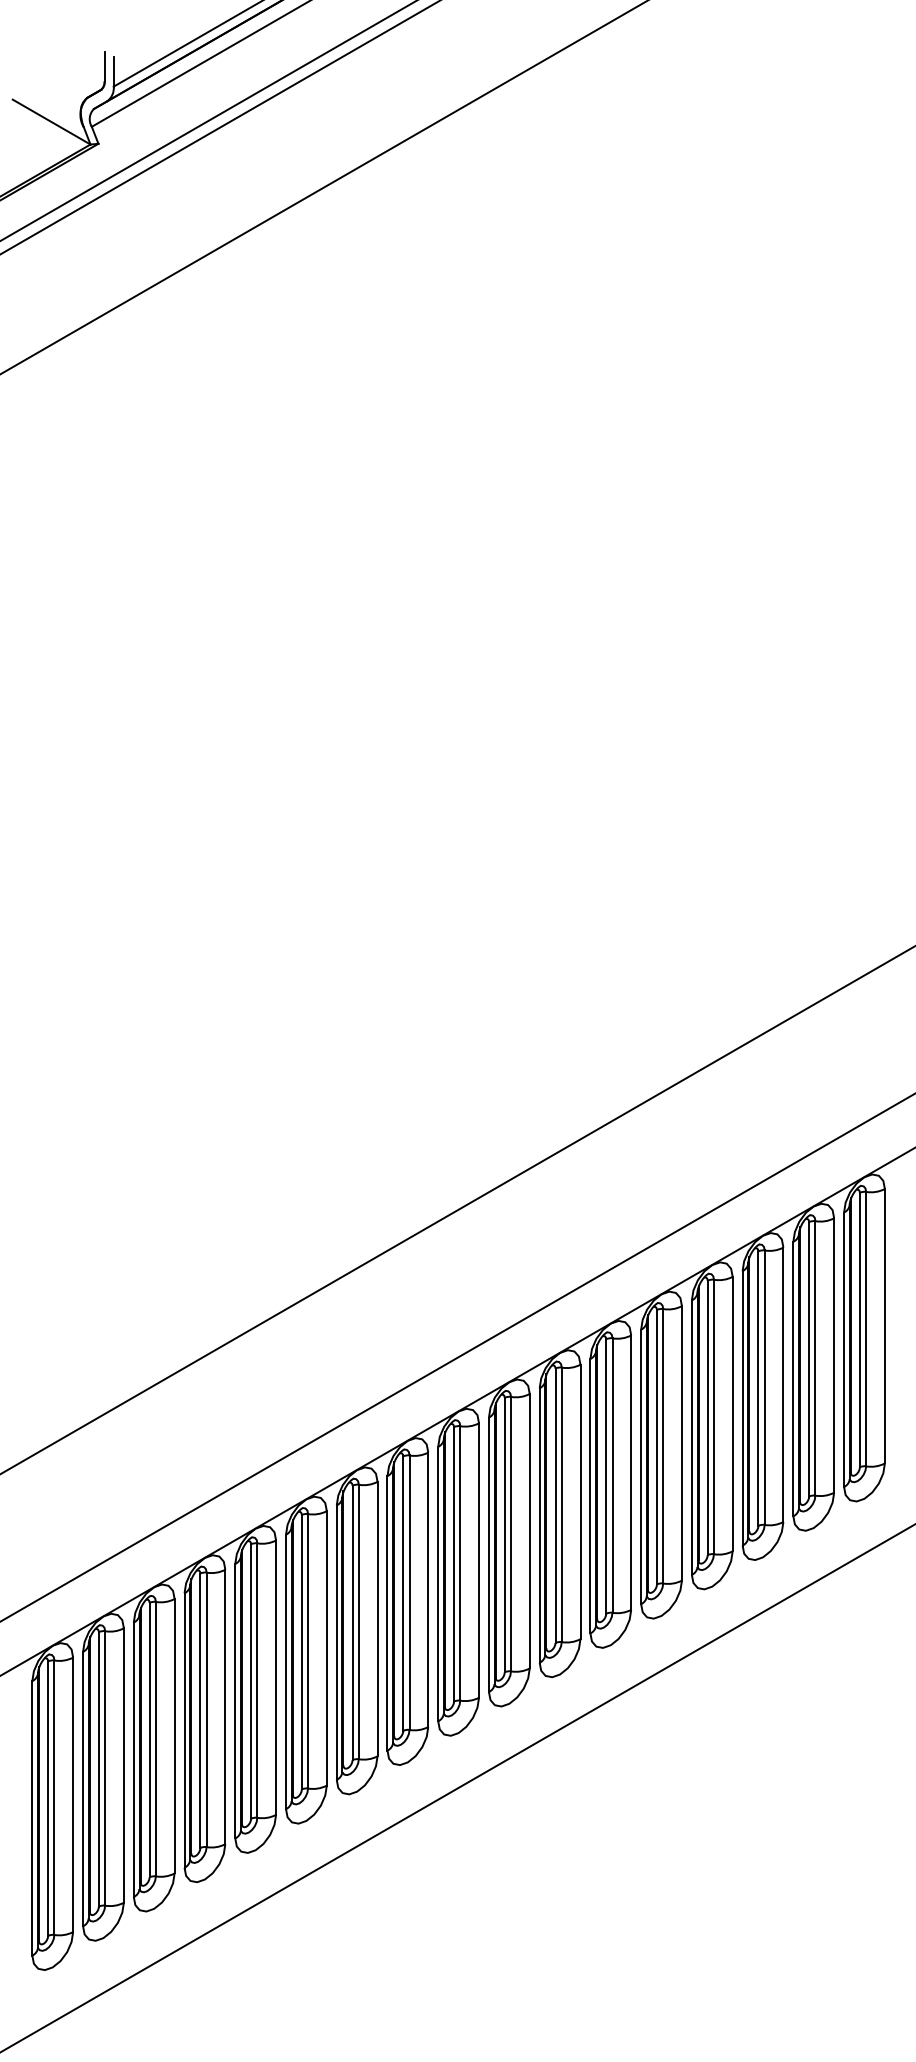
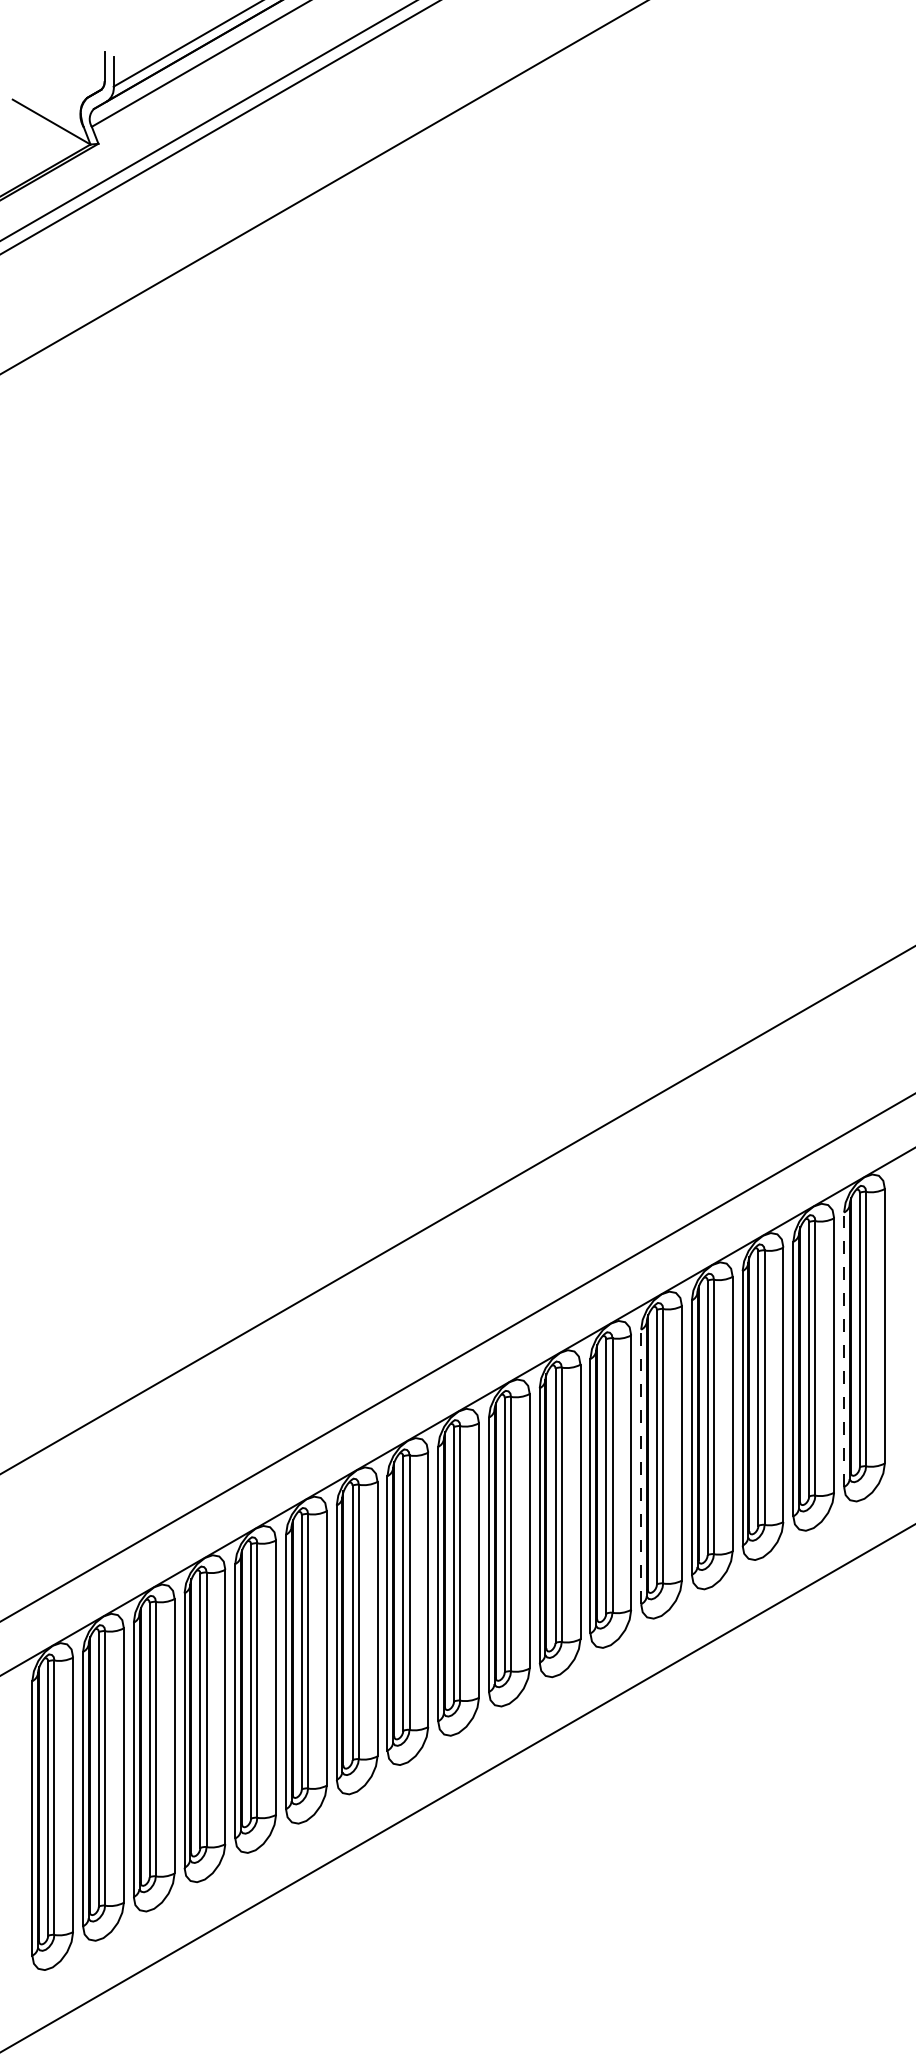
line at (844, 1349): solid -> dashed
line at (641, 1466): solid -> dashed
